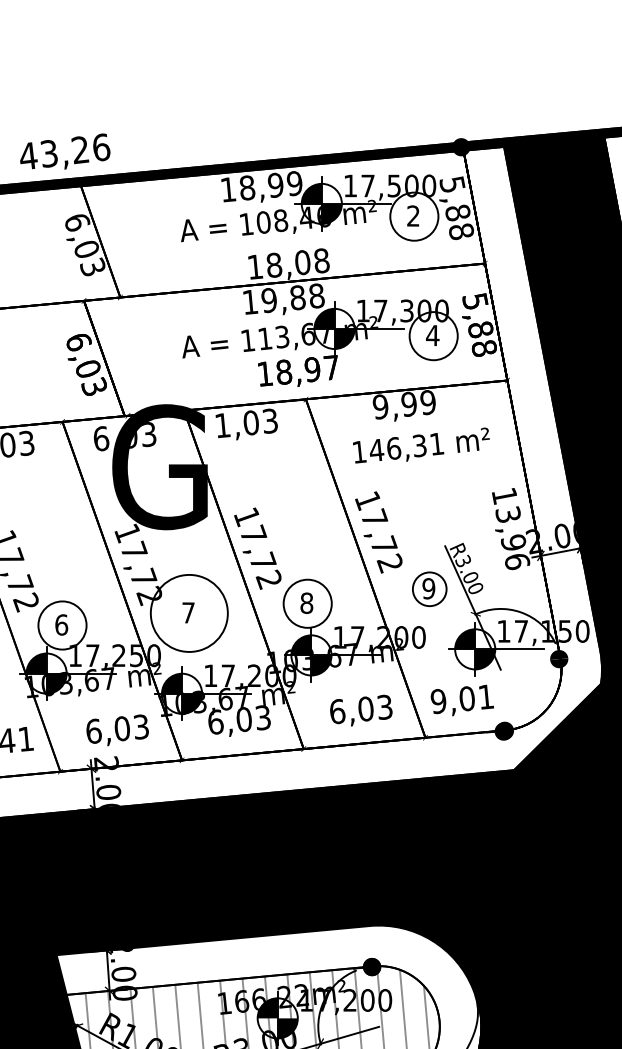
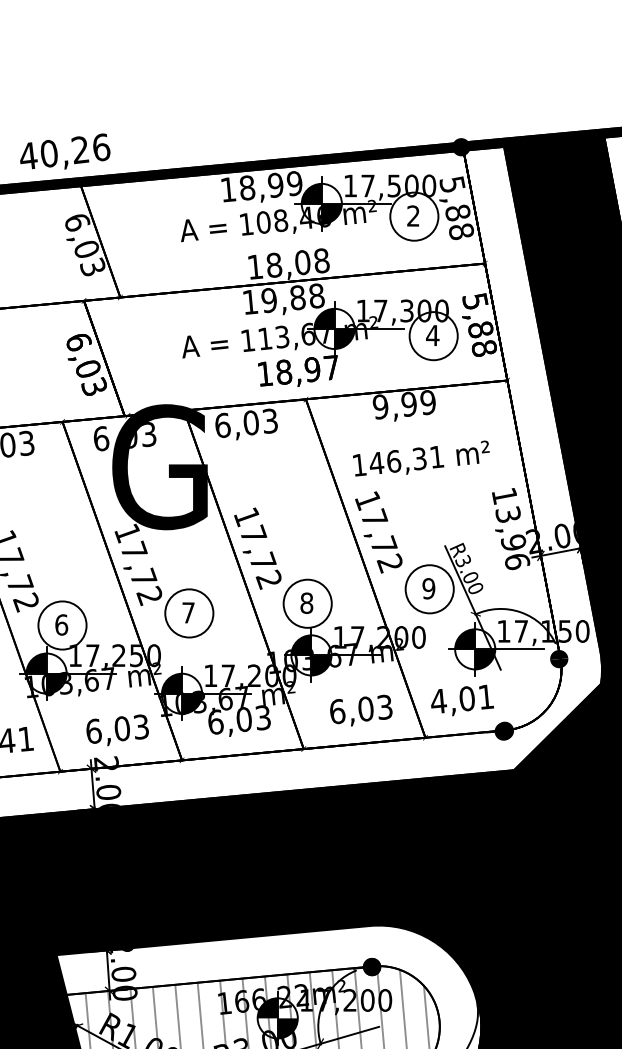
text at (48, 153): 43,26 -> 40,26
text at (222, 425): 1,03 -> 6,03
text at (421, 445) position: (421, 445) -> (421, 458)
circle at (429, 589) diameter: 34 px -> 48 px
circle at (188, 612) diameter: 77 px -> 48 px
text at (438, 701): 9,01 -> 4,01
